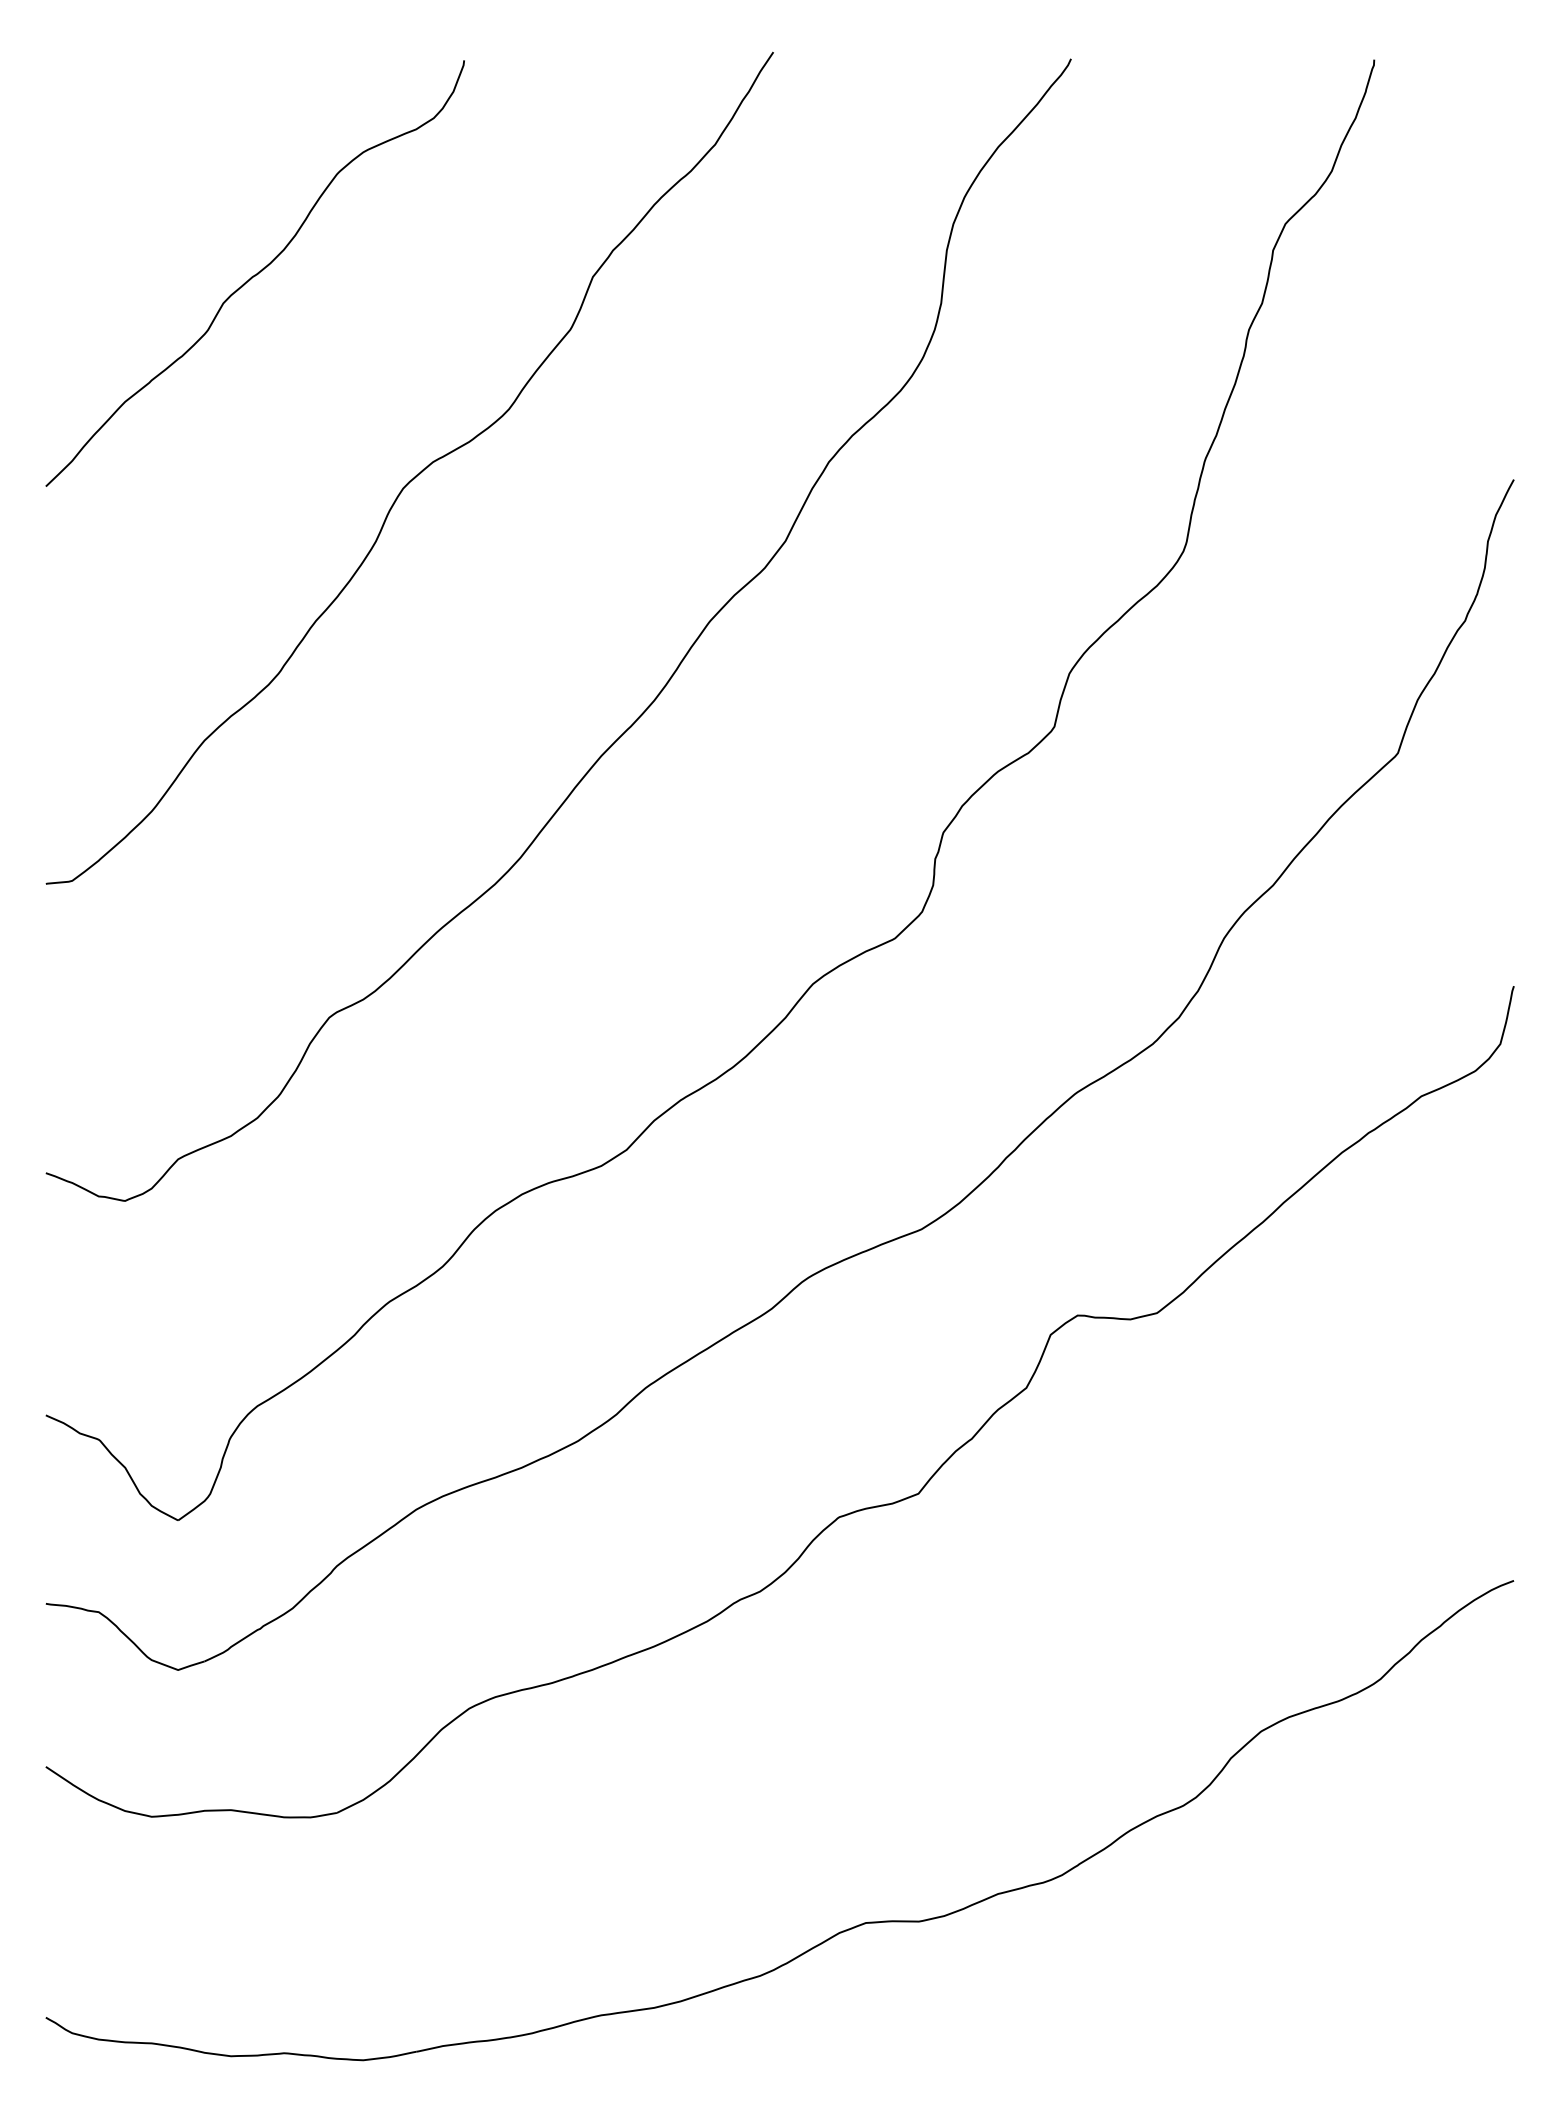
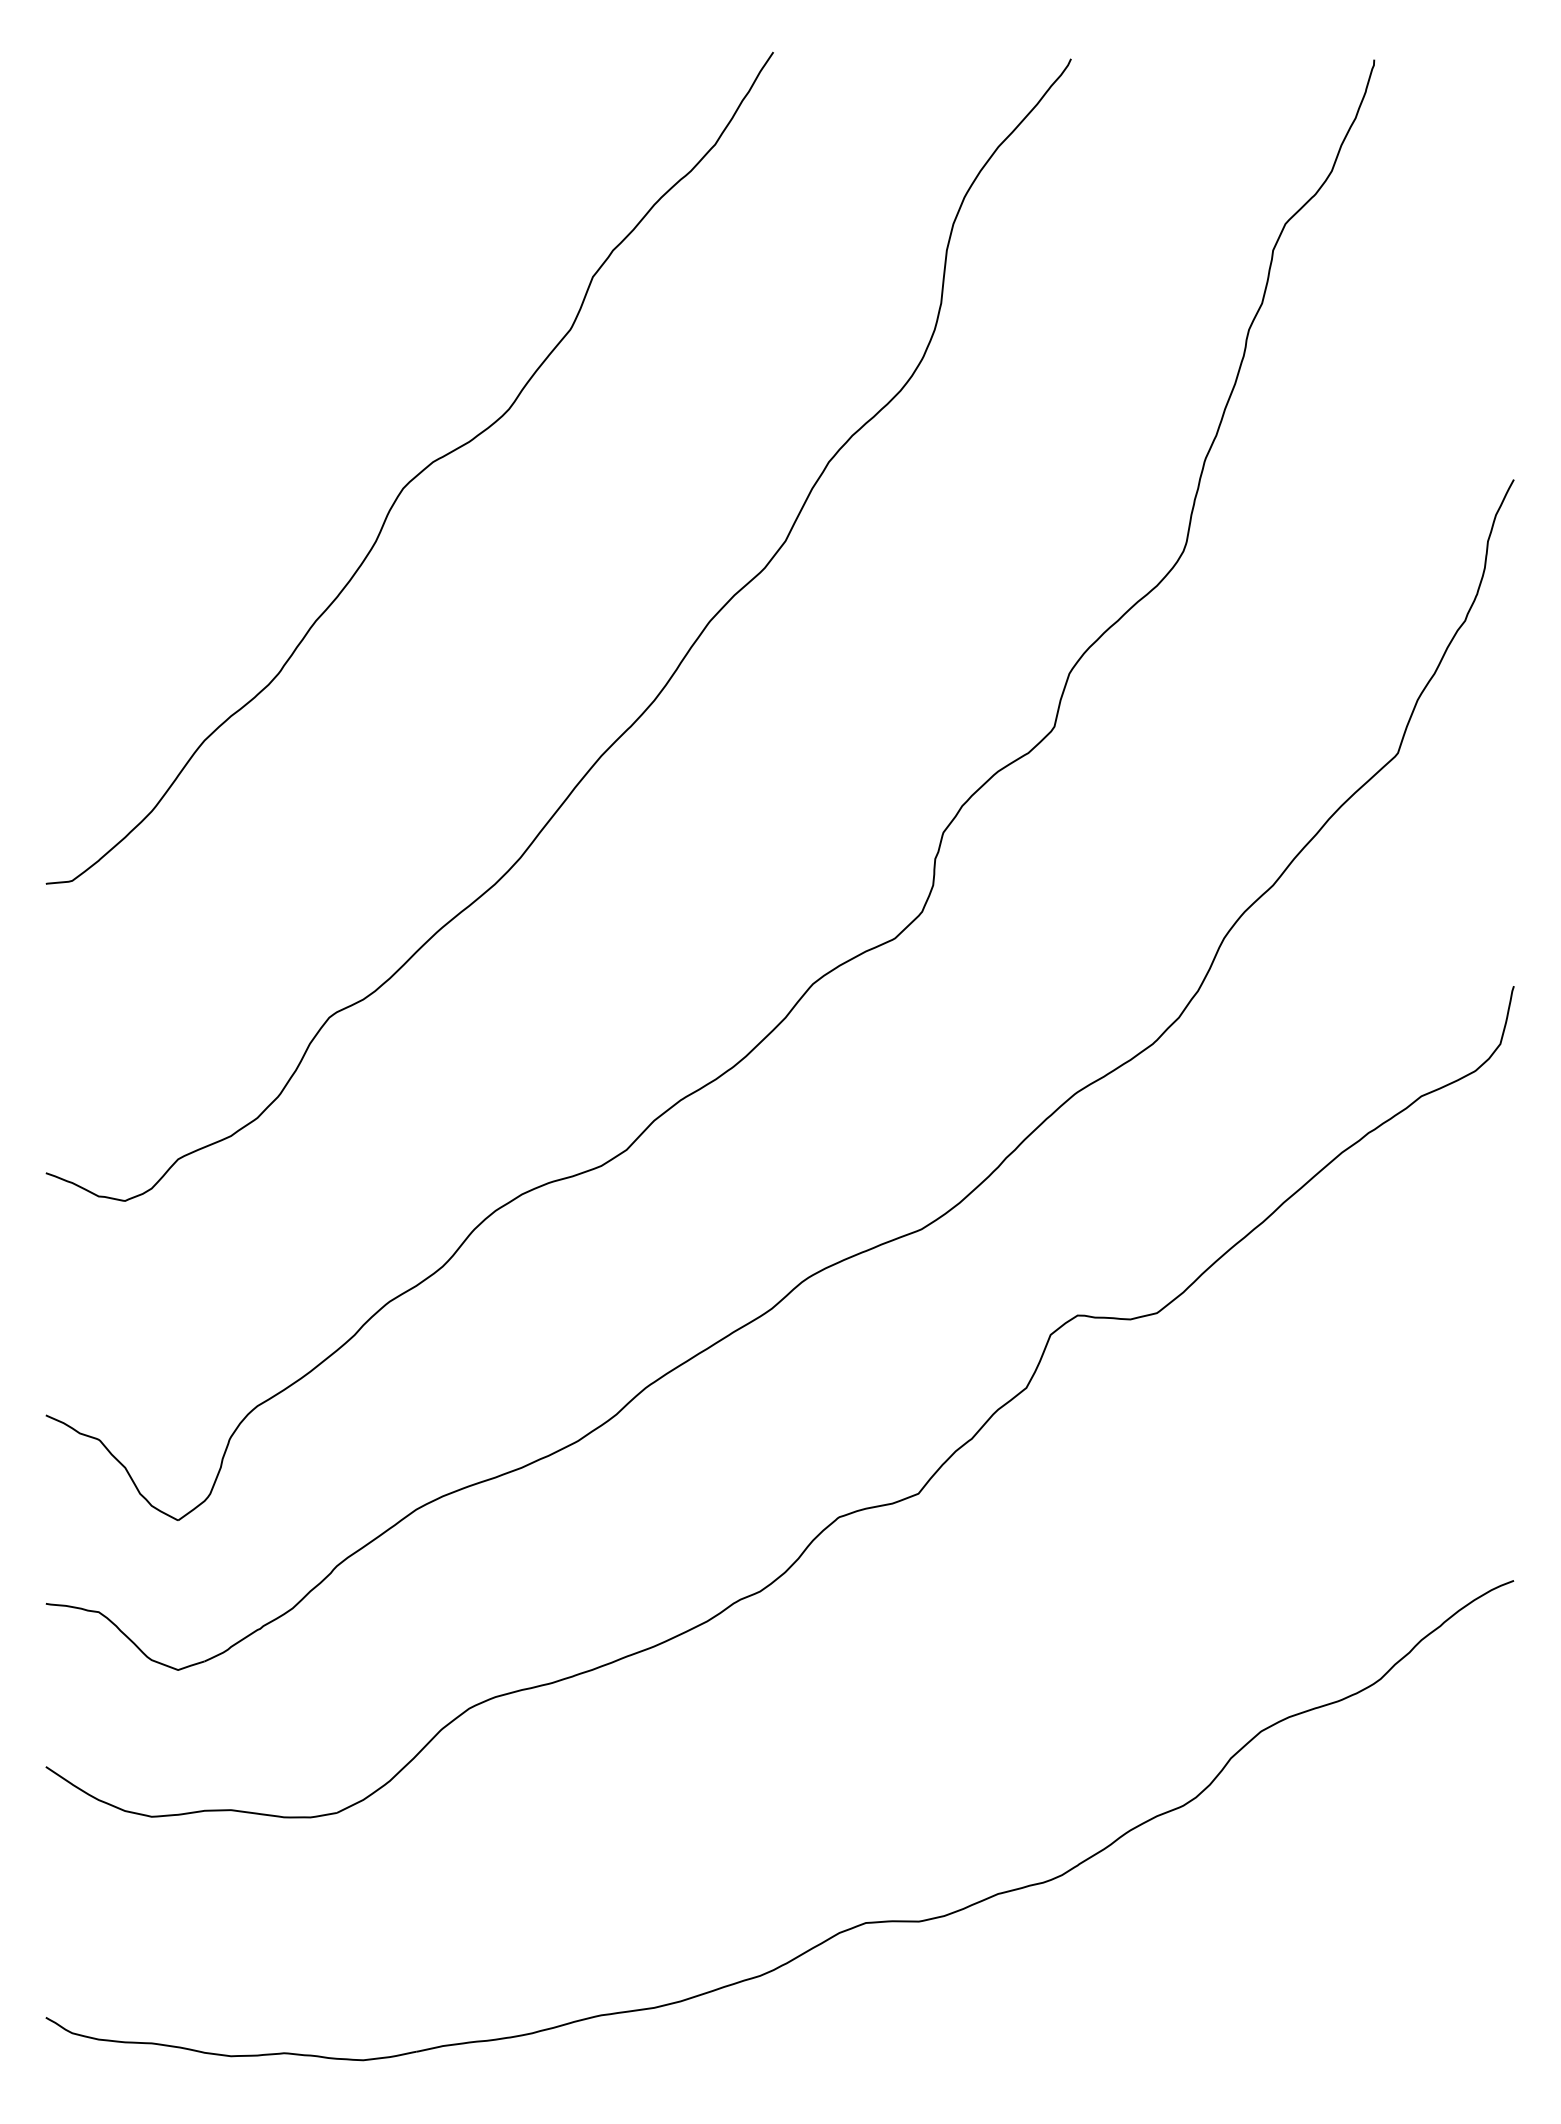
curve at (254, 274): present -> none
